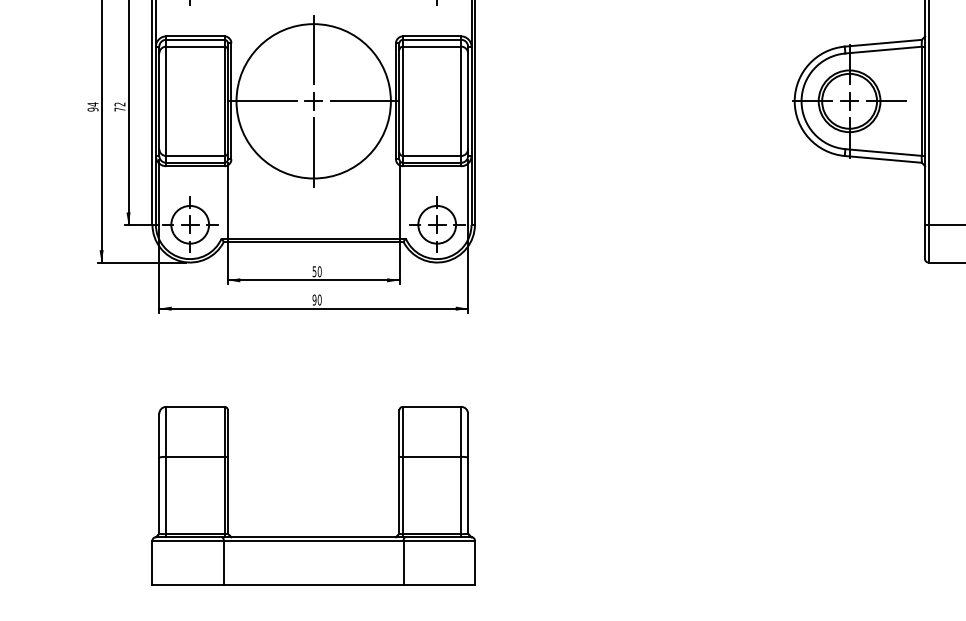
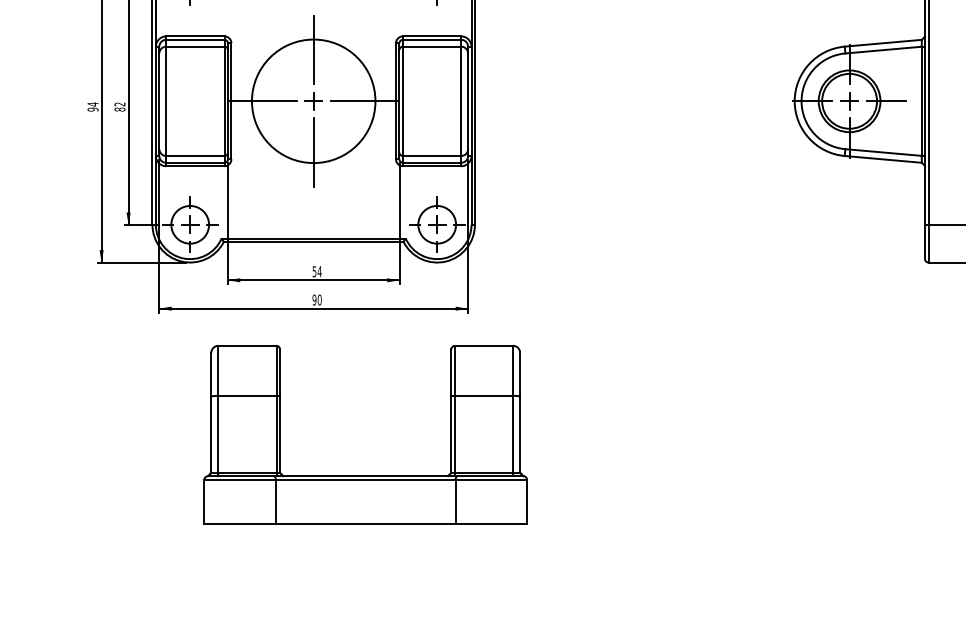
circle at (313, 101) diameter: 154 px -> 123 px
text at (119, 109): 72 -> 82
text at (319, 271): 50 -> 54
part at (313, 536) position: (313, 536) -> (365, 475)
